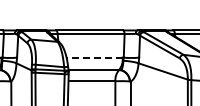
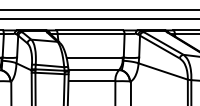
line at (99, 9): none -> present
line at (99, 19): none -> present
line at (94, 57): dashed -> solid
